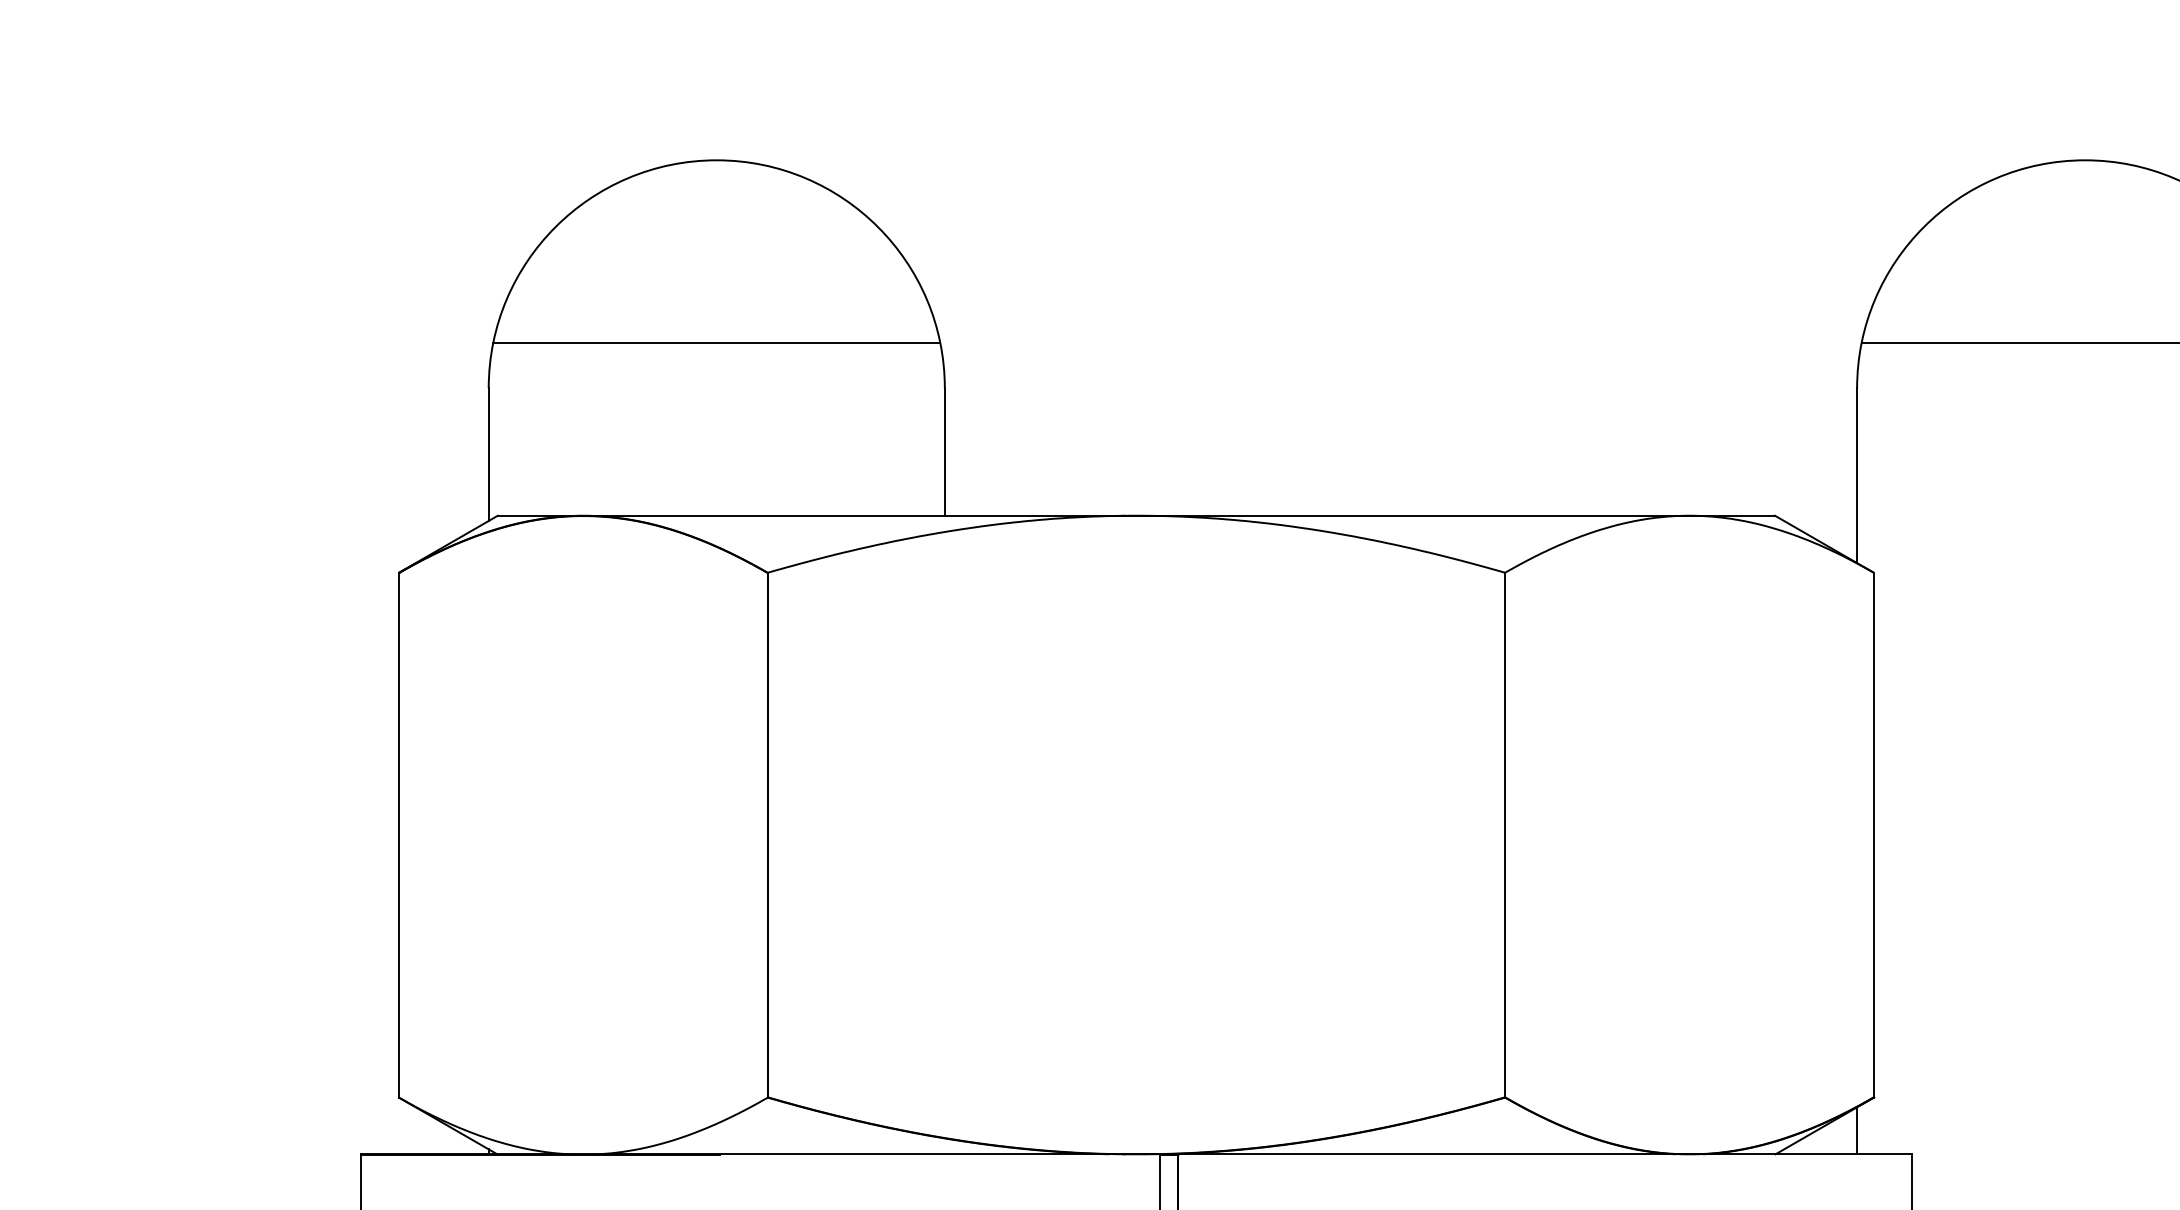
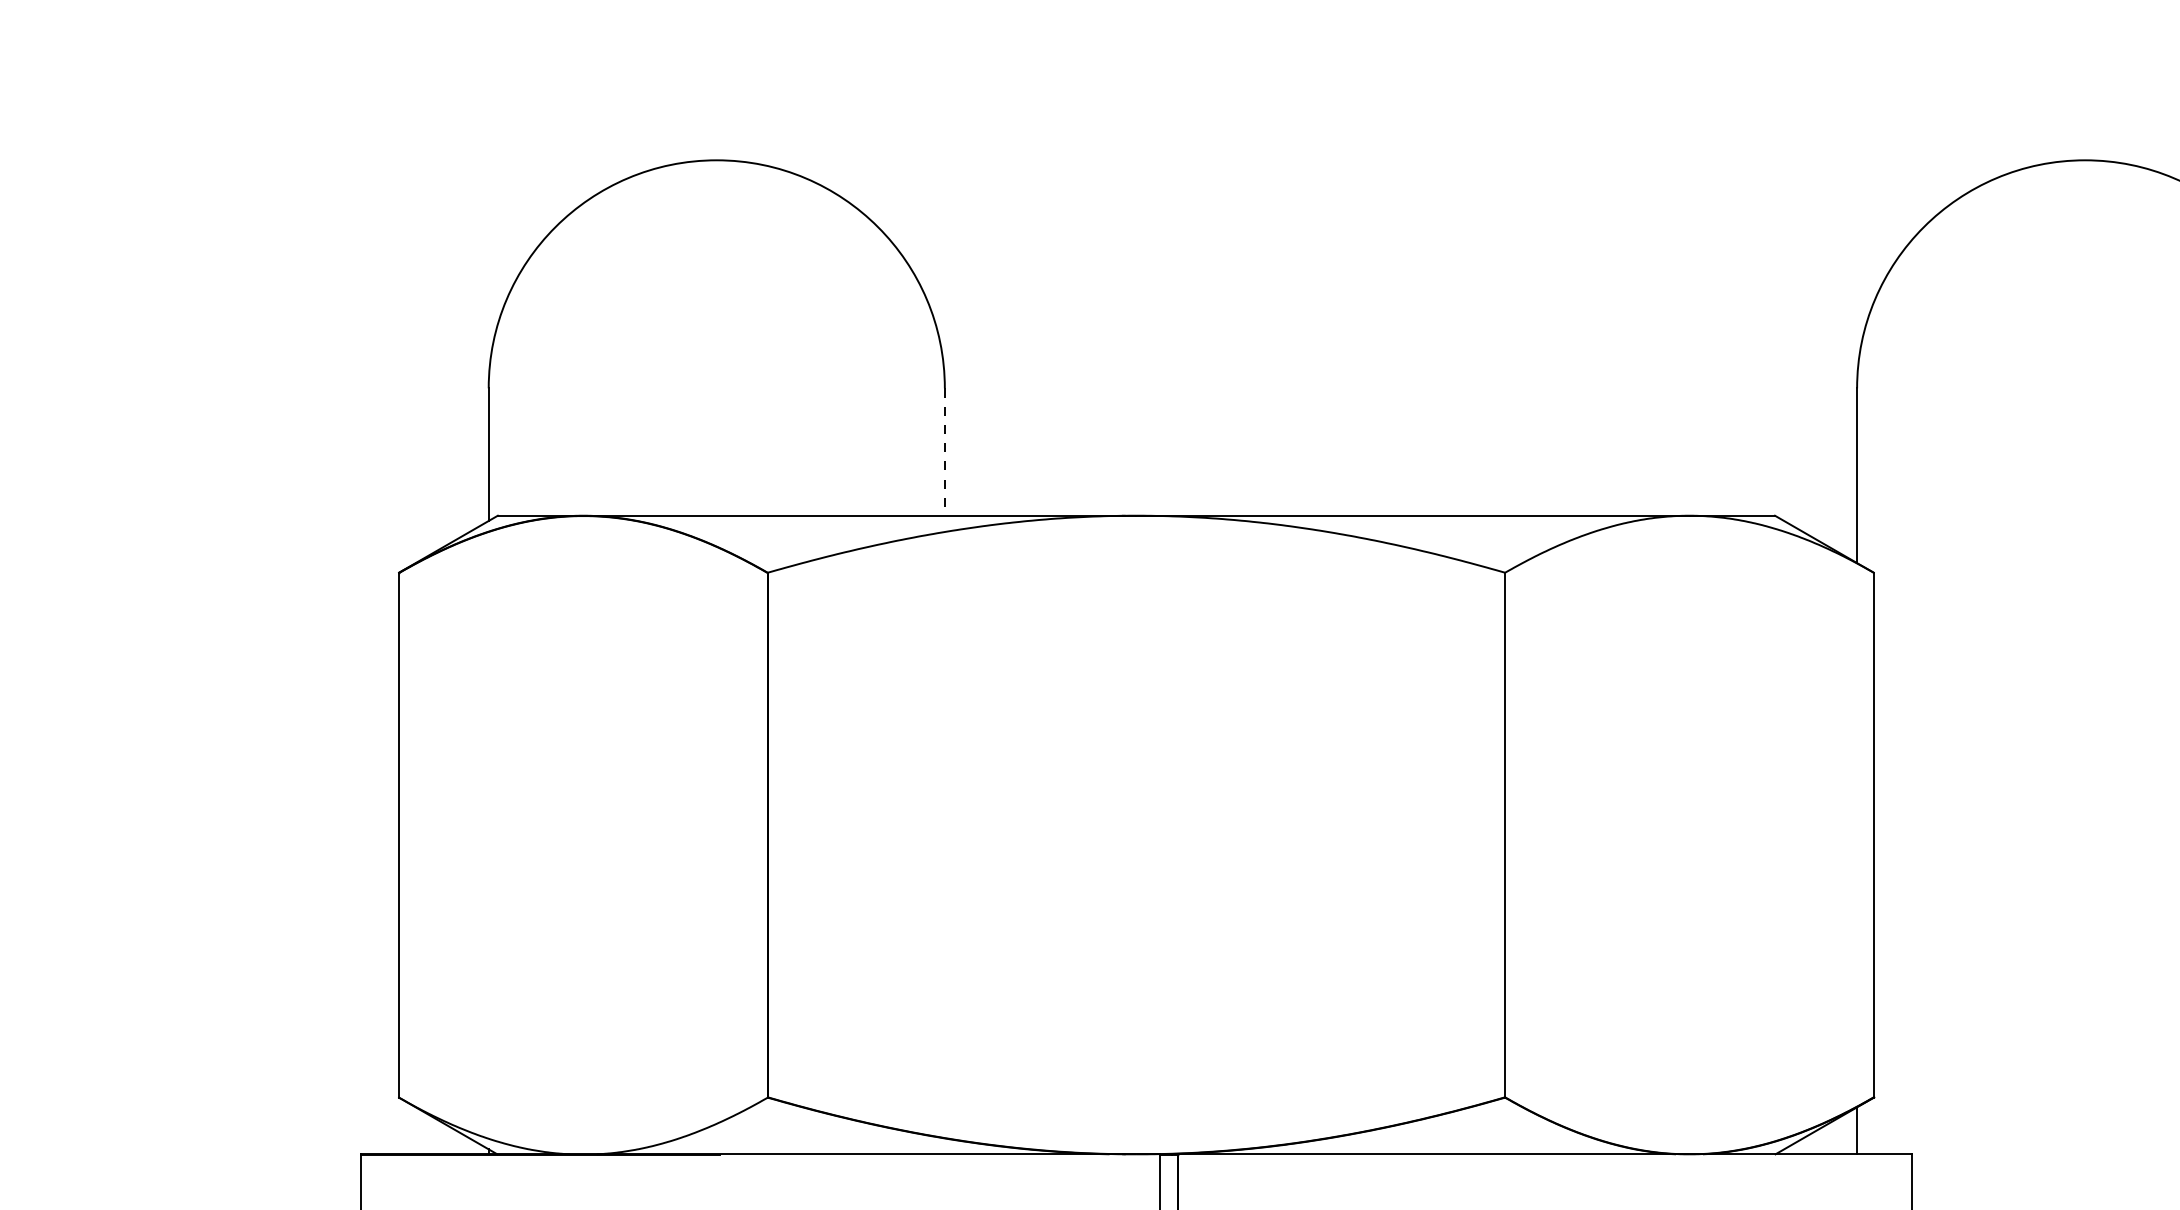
line at (716, 342): present -> none
line at (2018, 342): present -> none
line at (944, 452): solid -> dashed
